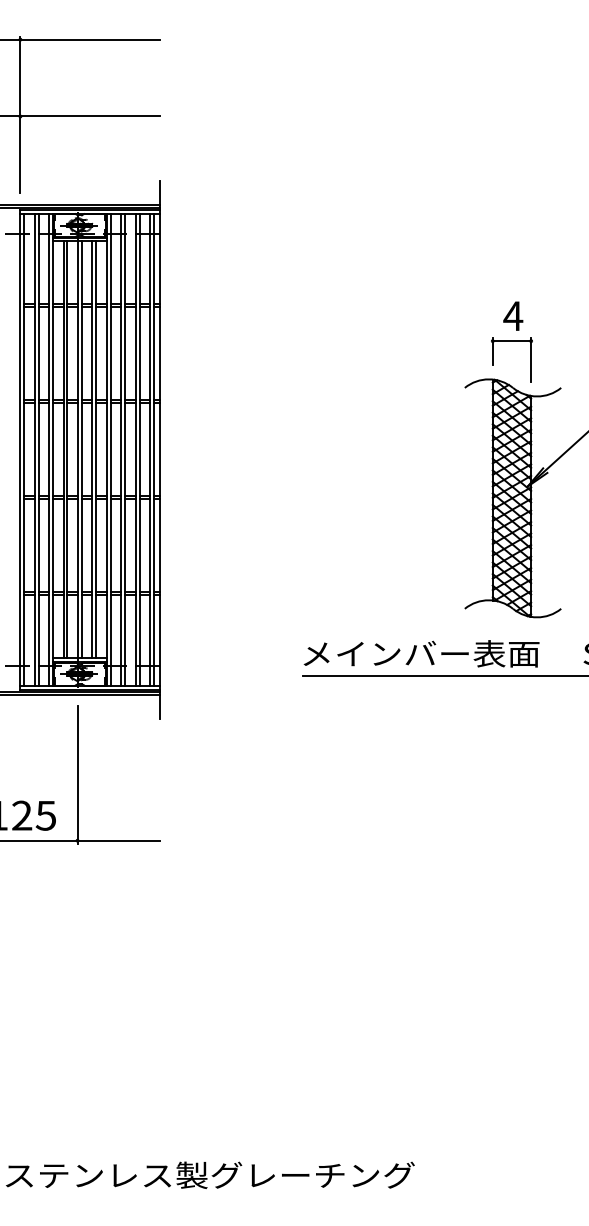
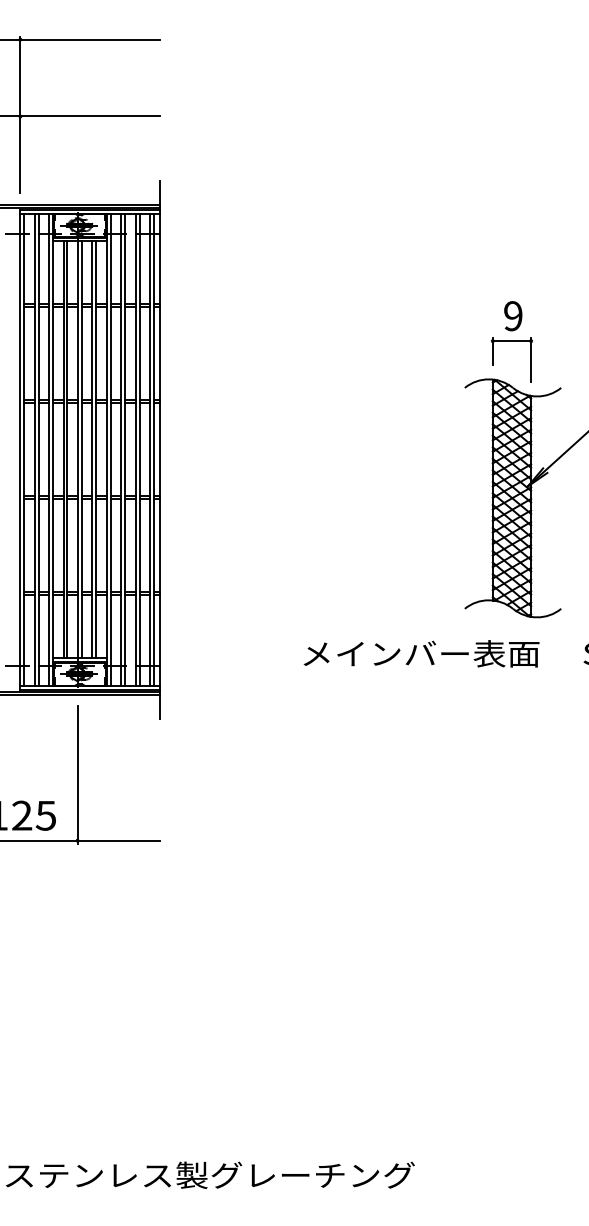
text at (513, 316): 4 -> 9
line at (443, 675): present -> none
